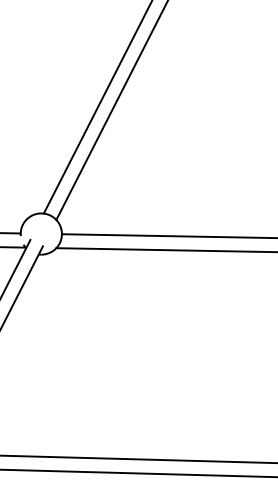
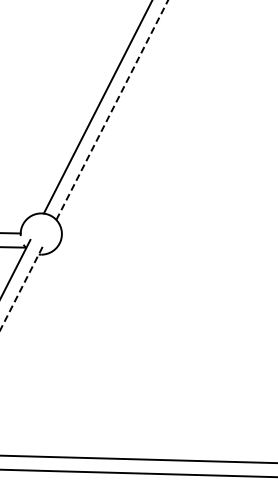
line at (112, 109): solid -> dashed
line at (167, 236): present -> none
line at (165, 250): present -> none
line at (21, 288): solid -> dashed
